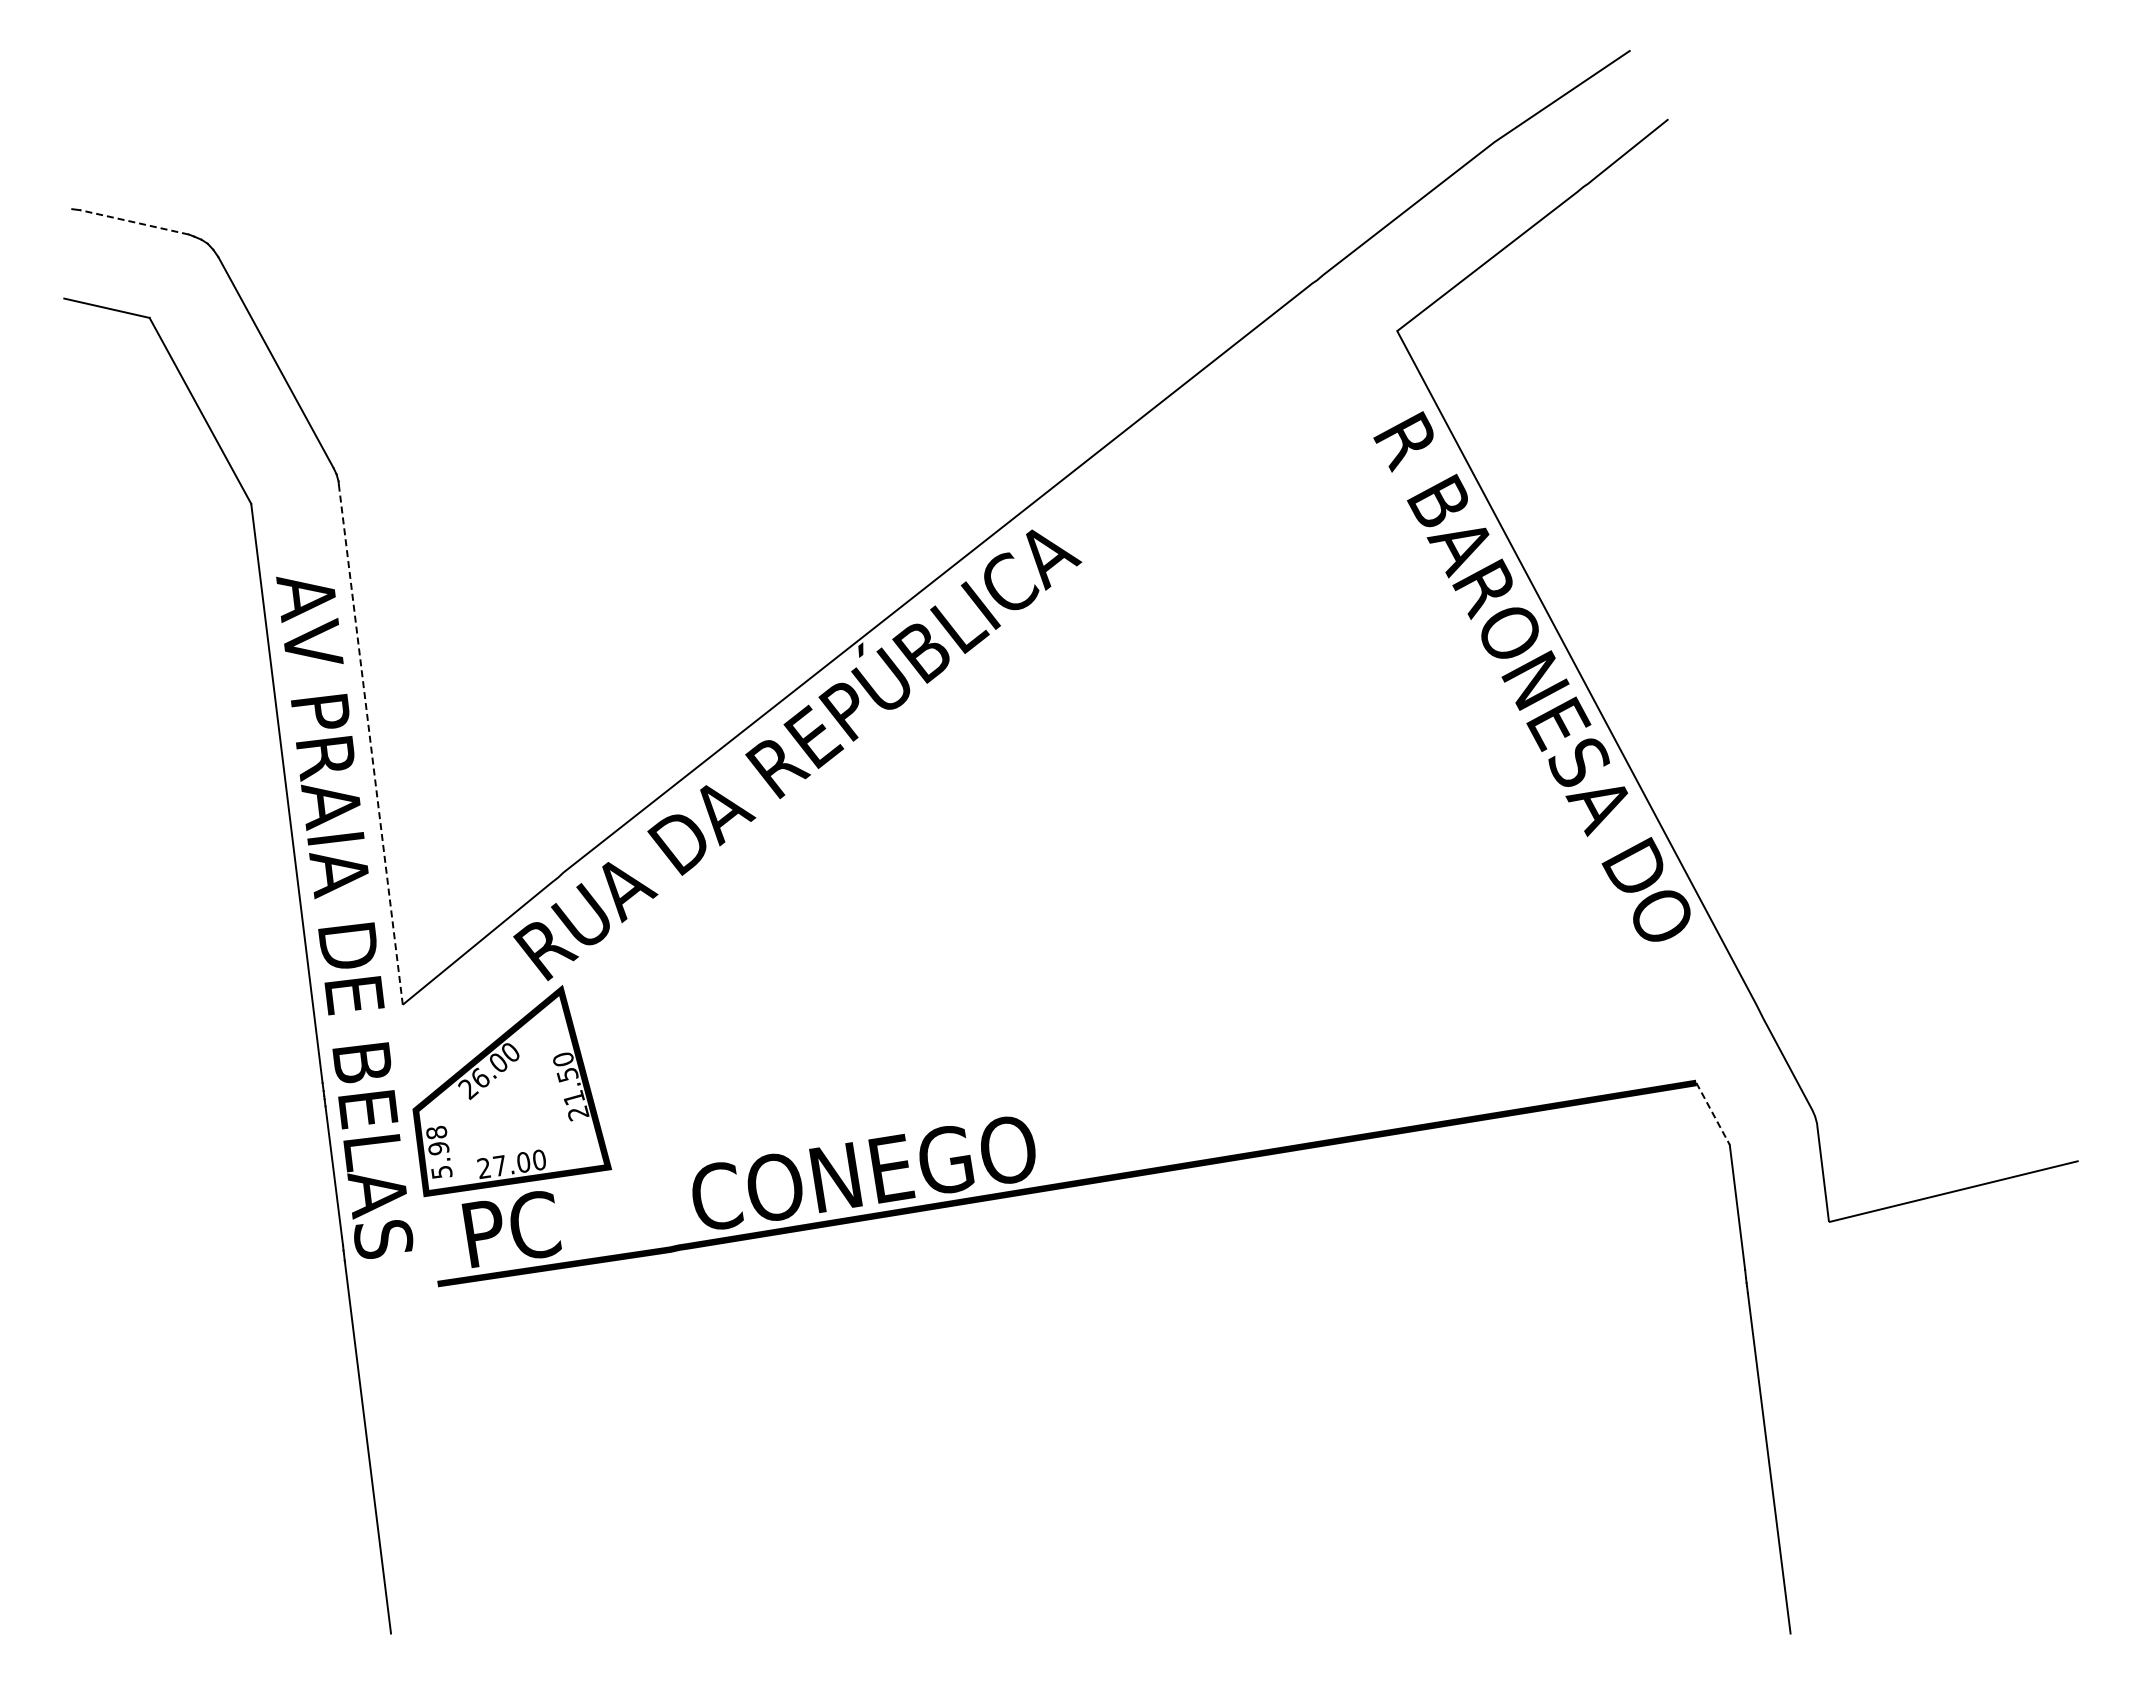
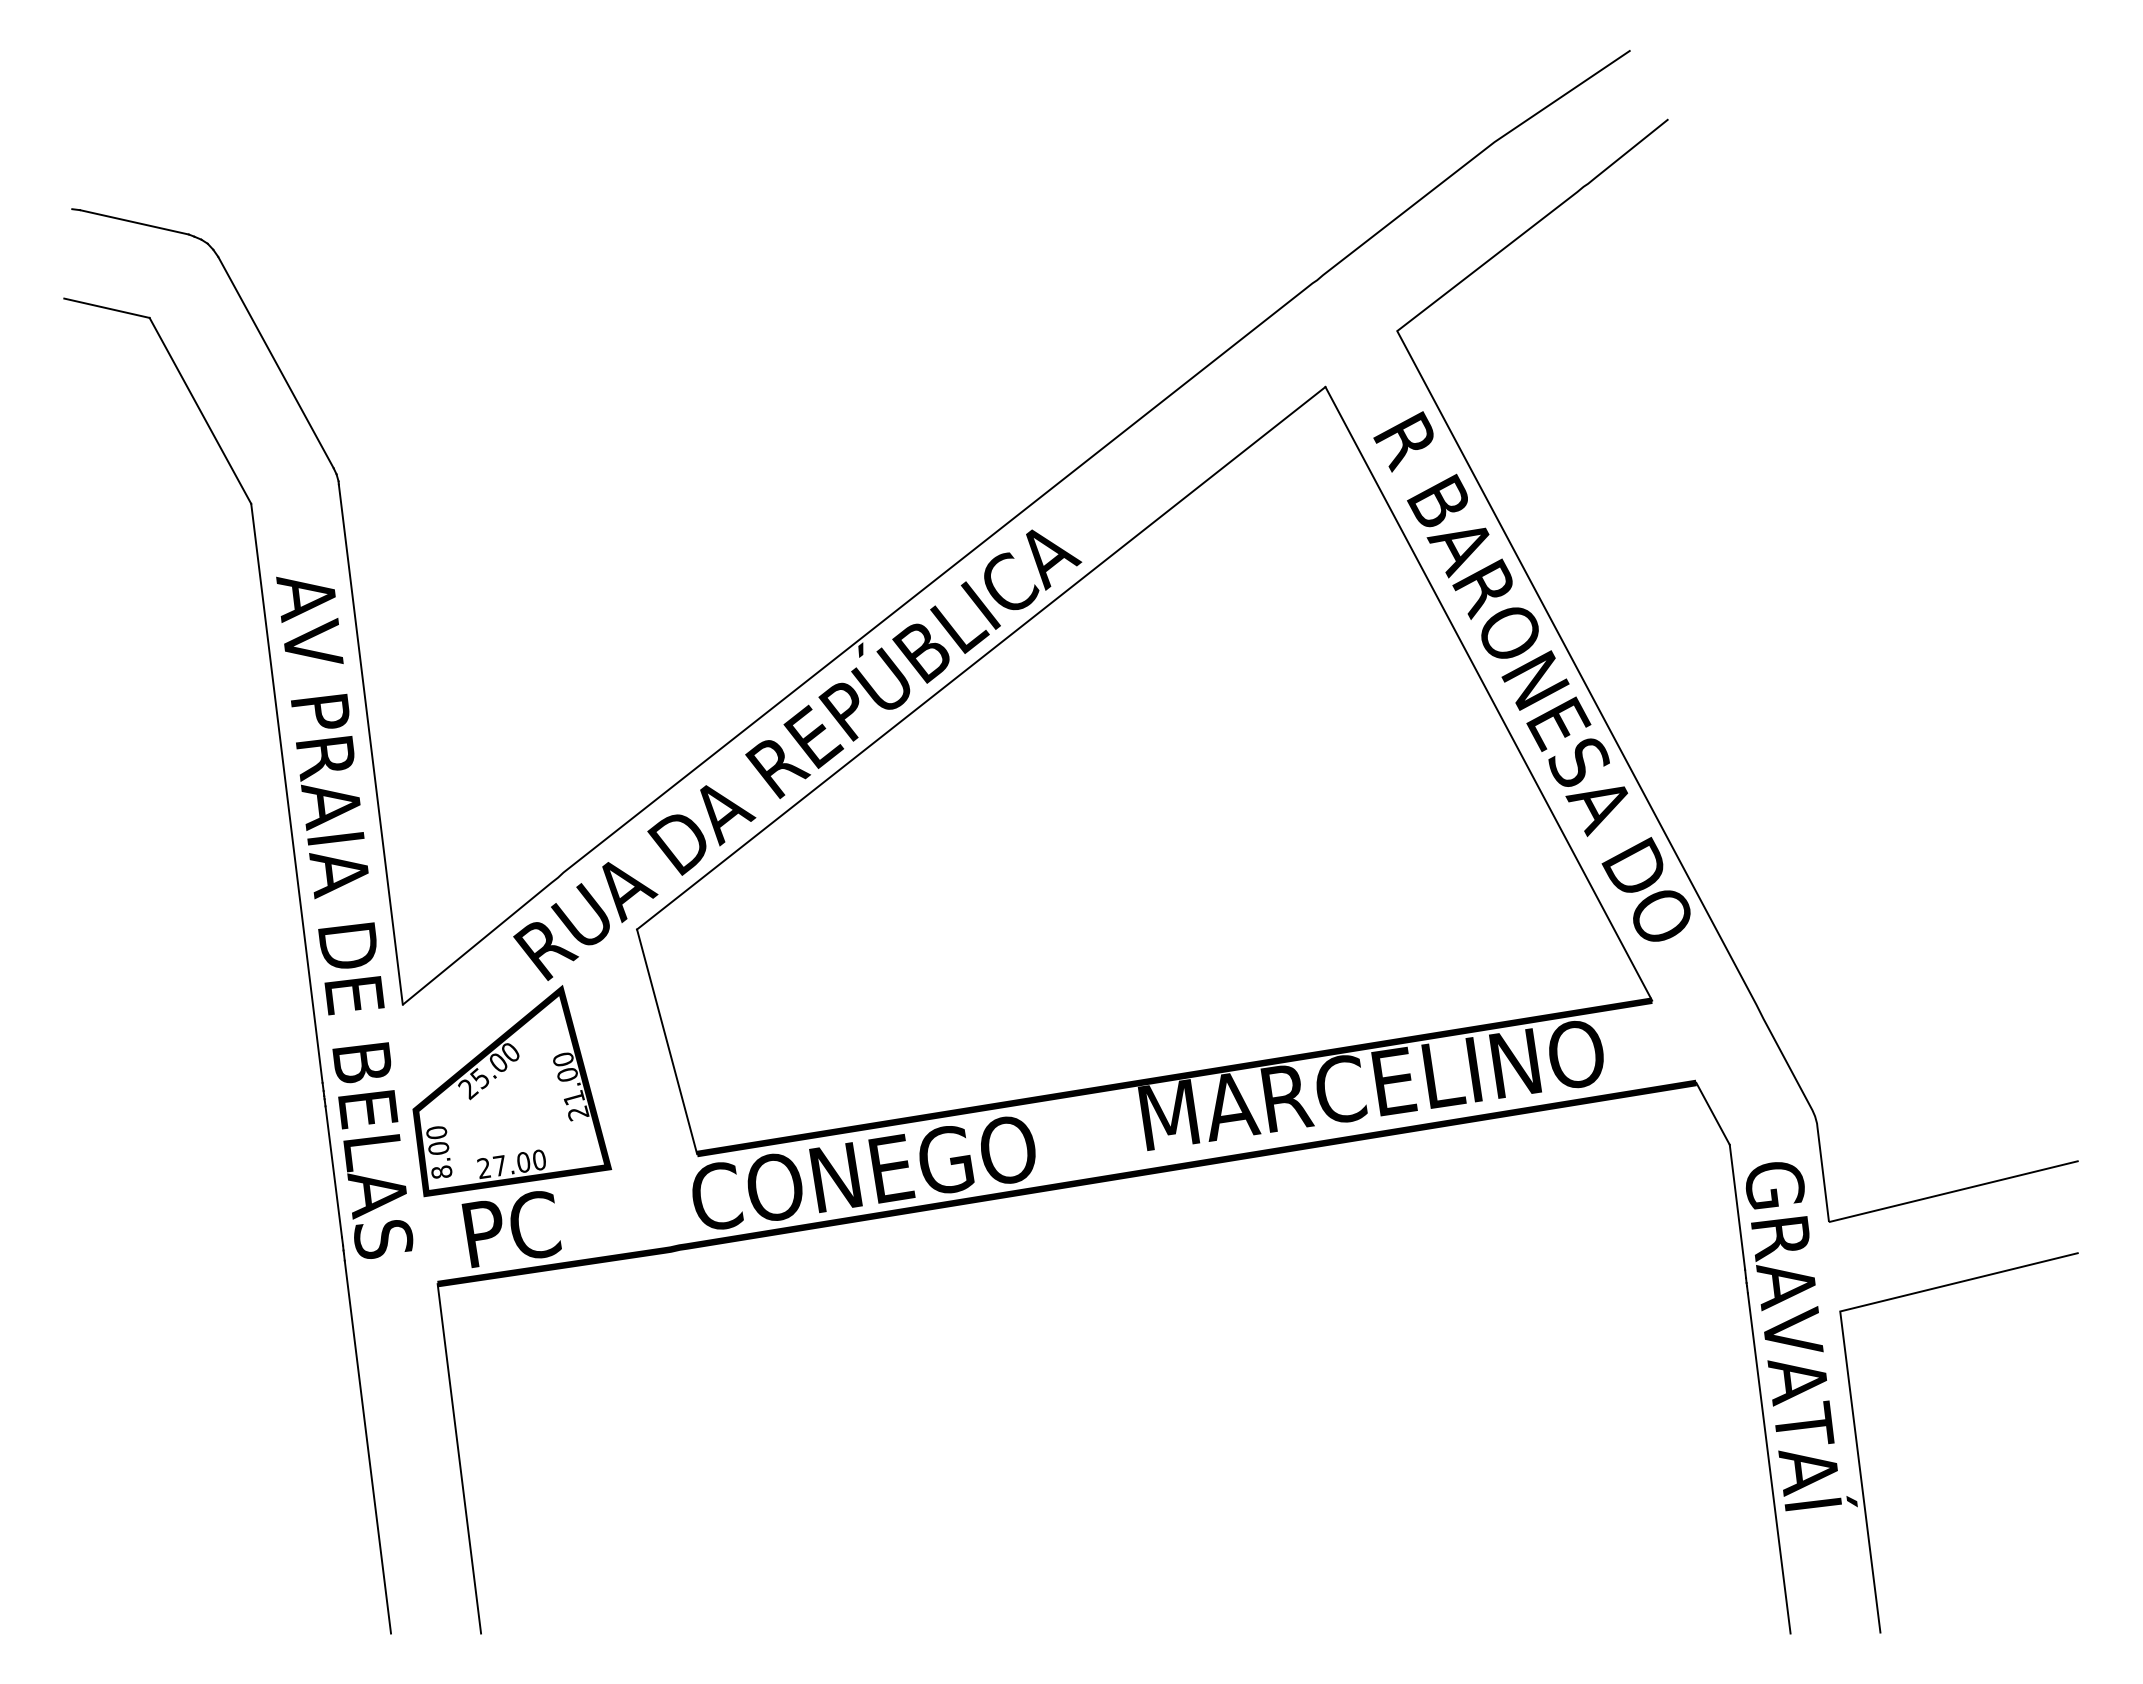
line at (134, 222): dashed -> solid
line at (370, 744): dashed -> solid
part at (1144, 771): none -> present
text at (567, 1075): 21.50 -> 21.00
text at (479, 1078): 26.00 -> 25.00
line at (1713, 1114): dashed -> solid
text at (439, 1151): 5.98 -> 8.00
part at (1853, 1407): none -> present
line at (459, 1458): none -> present
